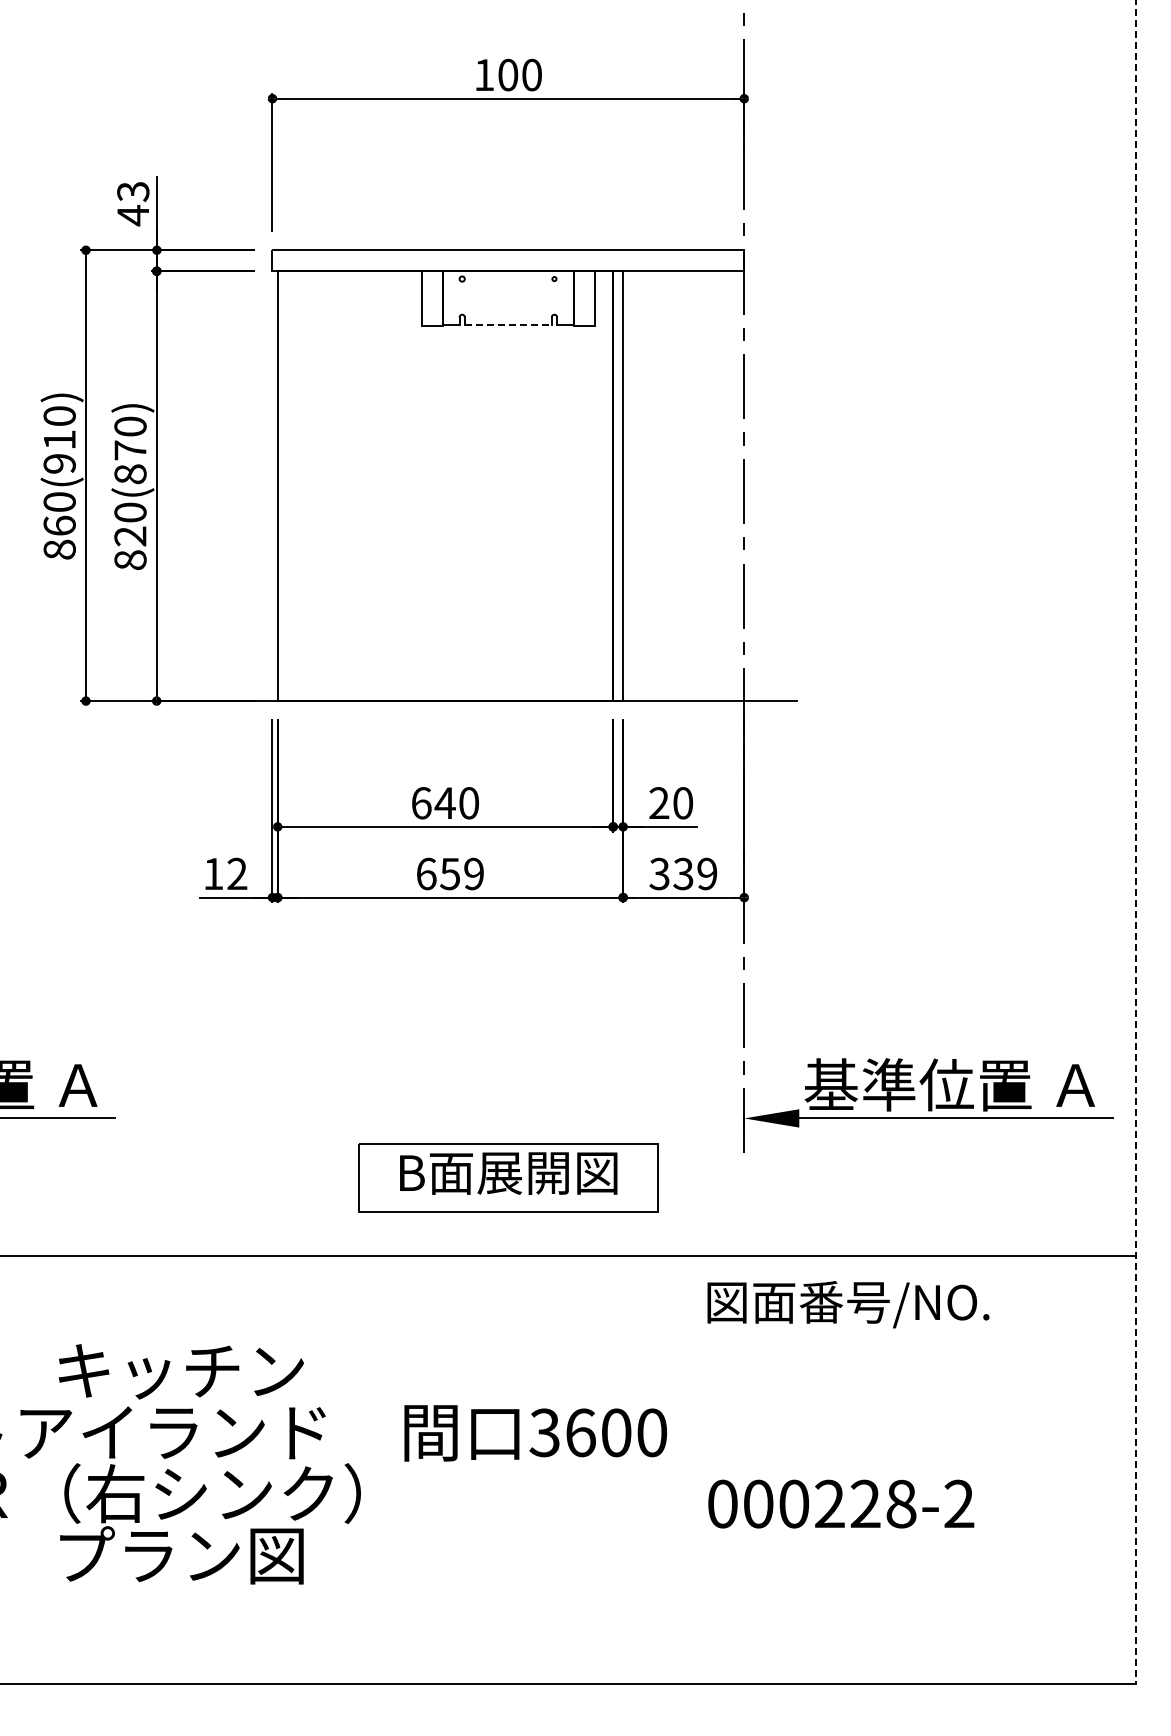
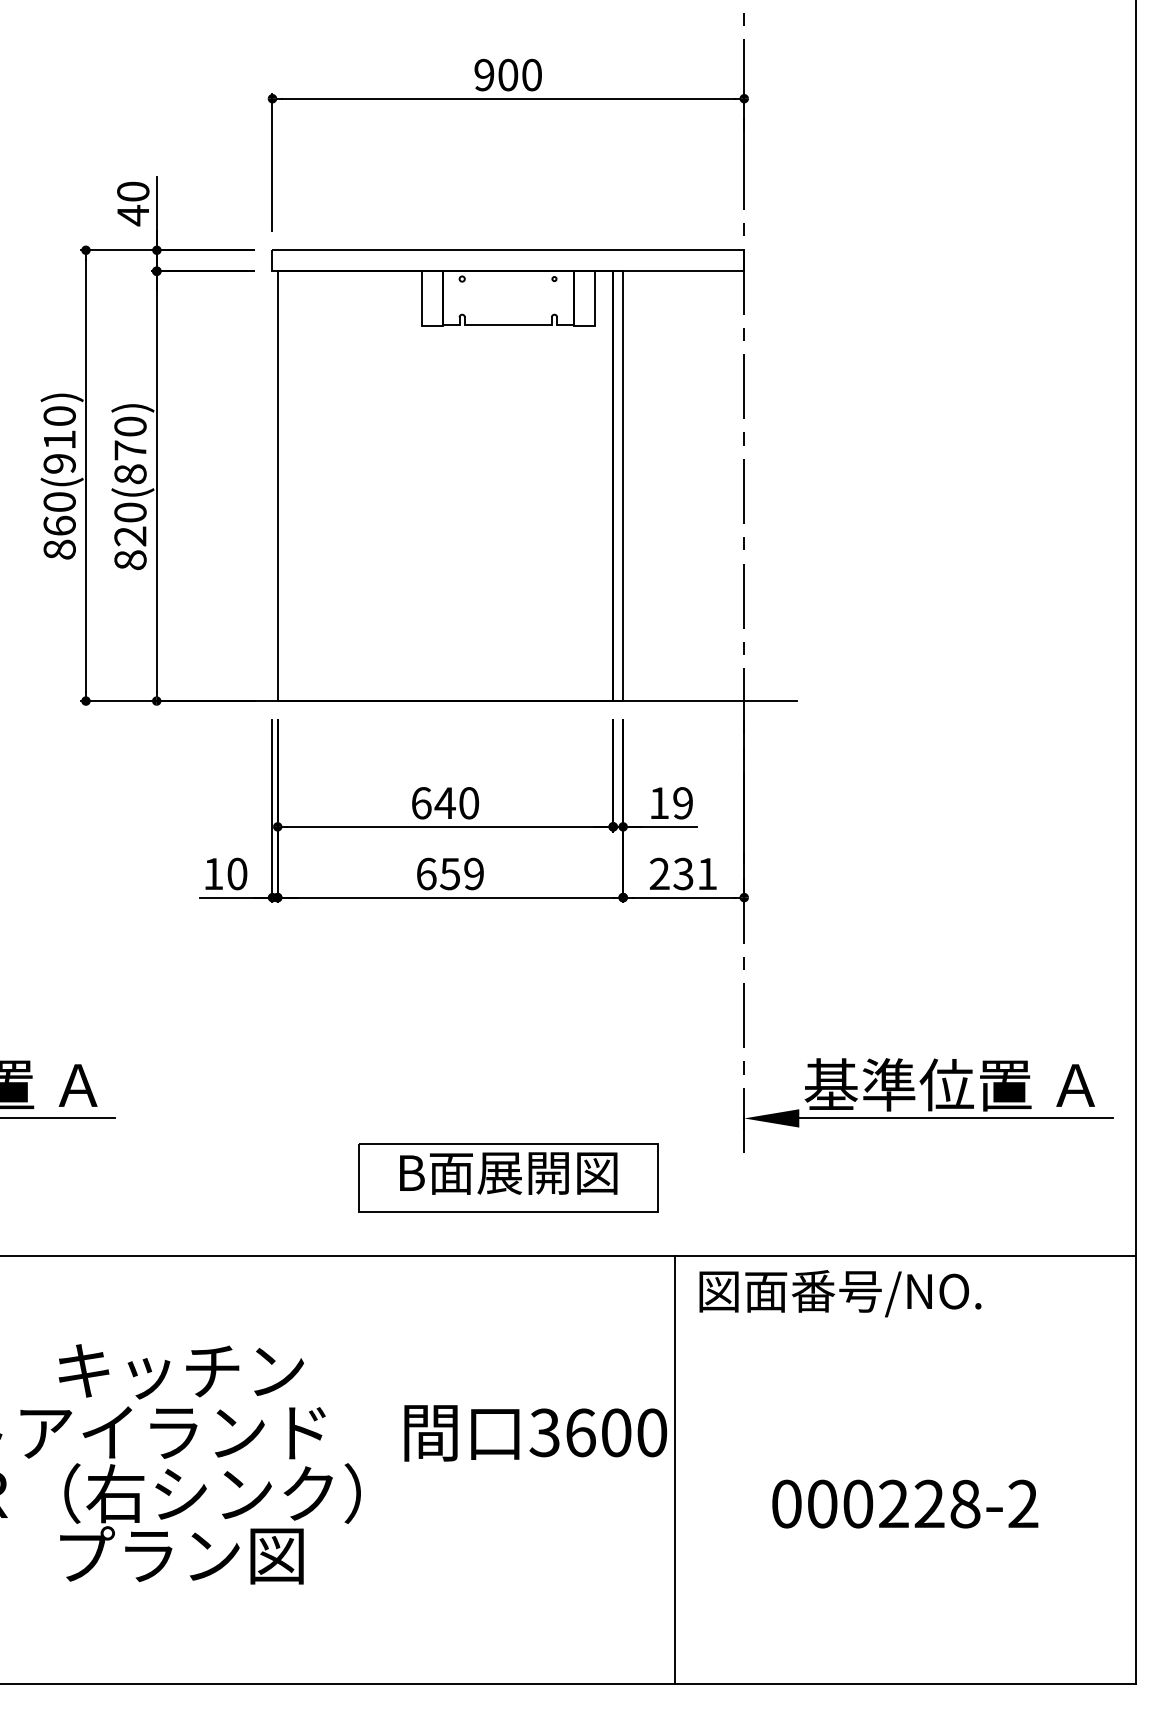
text at (484, 74): 100 -> 900
text at (133, 191): 43 -> 40
line at (508, 325): dashed -> solid
text at (671, 803): 20 -> 19
line at (1136, 841): dashed -> solid
text at (237, 873): 12 -> 10
text at (683, 873): 339 -> 231
text at (848, 1304) position: (848, 1304) -> (840, 1293)
line at (674, 1469): none -> present
text at (841, 1503) position: (841, 1503) -> (905, 1503)
